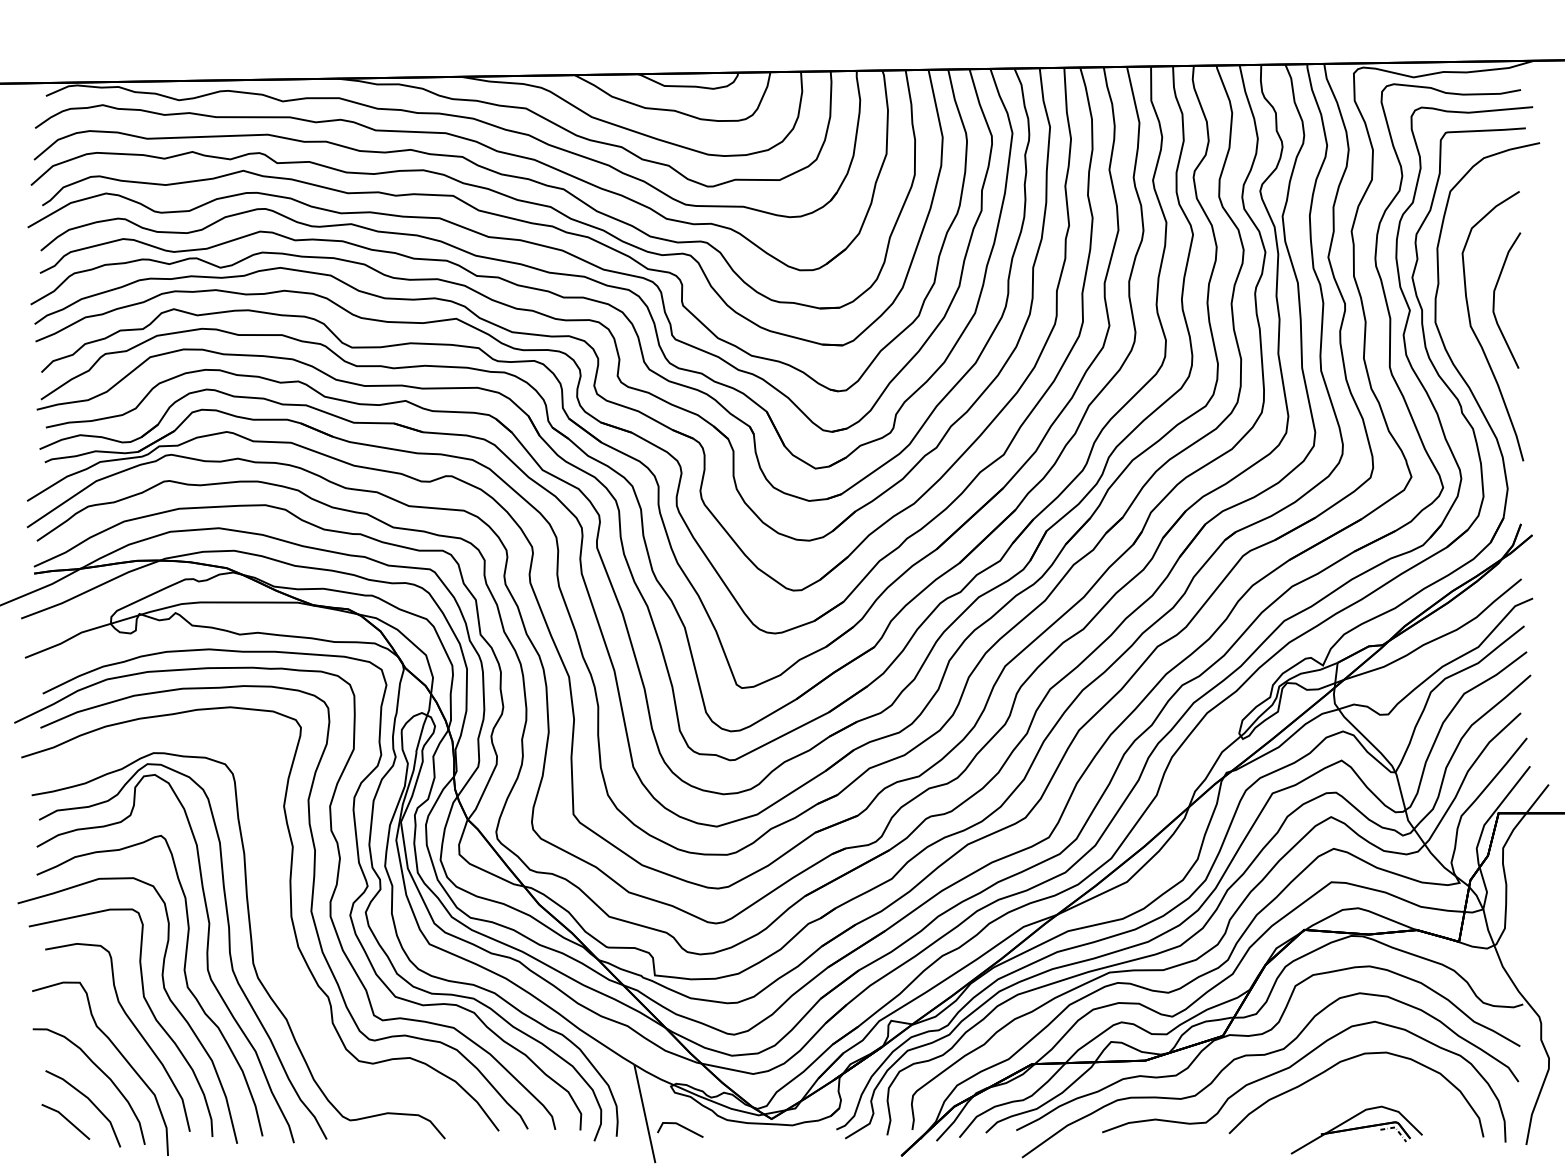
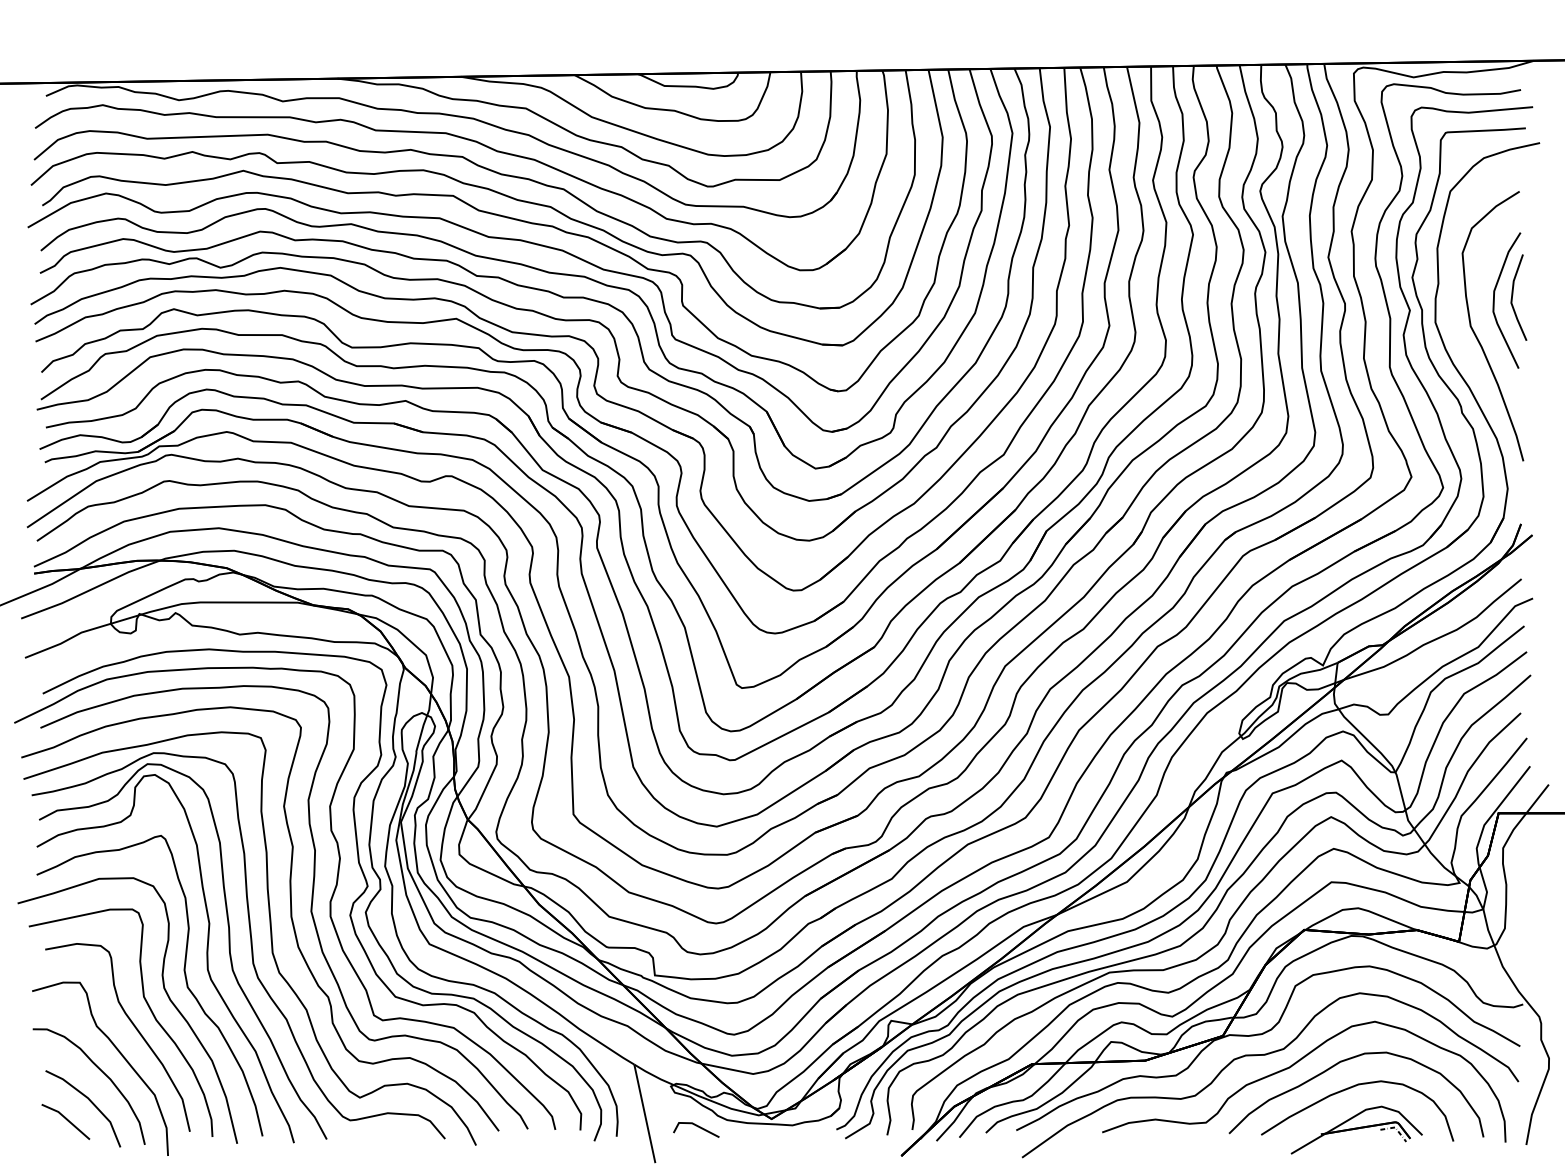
line at (1513, 295): none -> present
curve at (270, 938): none -> present
curve at (1351, 1088): none -> present
line at (681, 1127) position: (681, 1127) -> (697, 1127)
